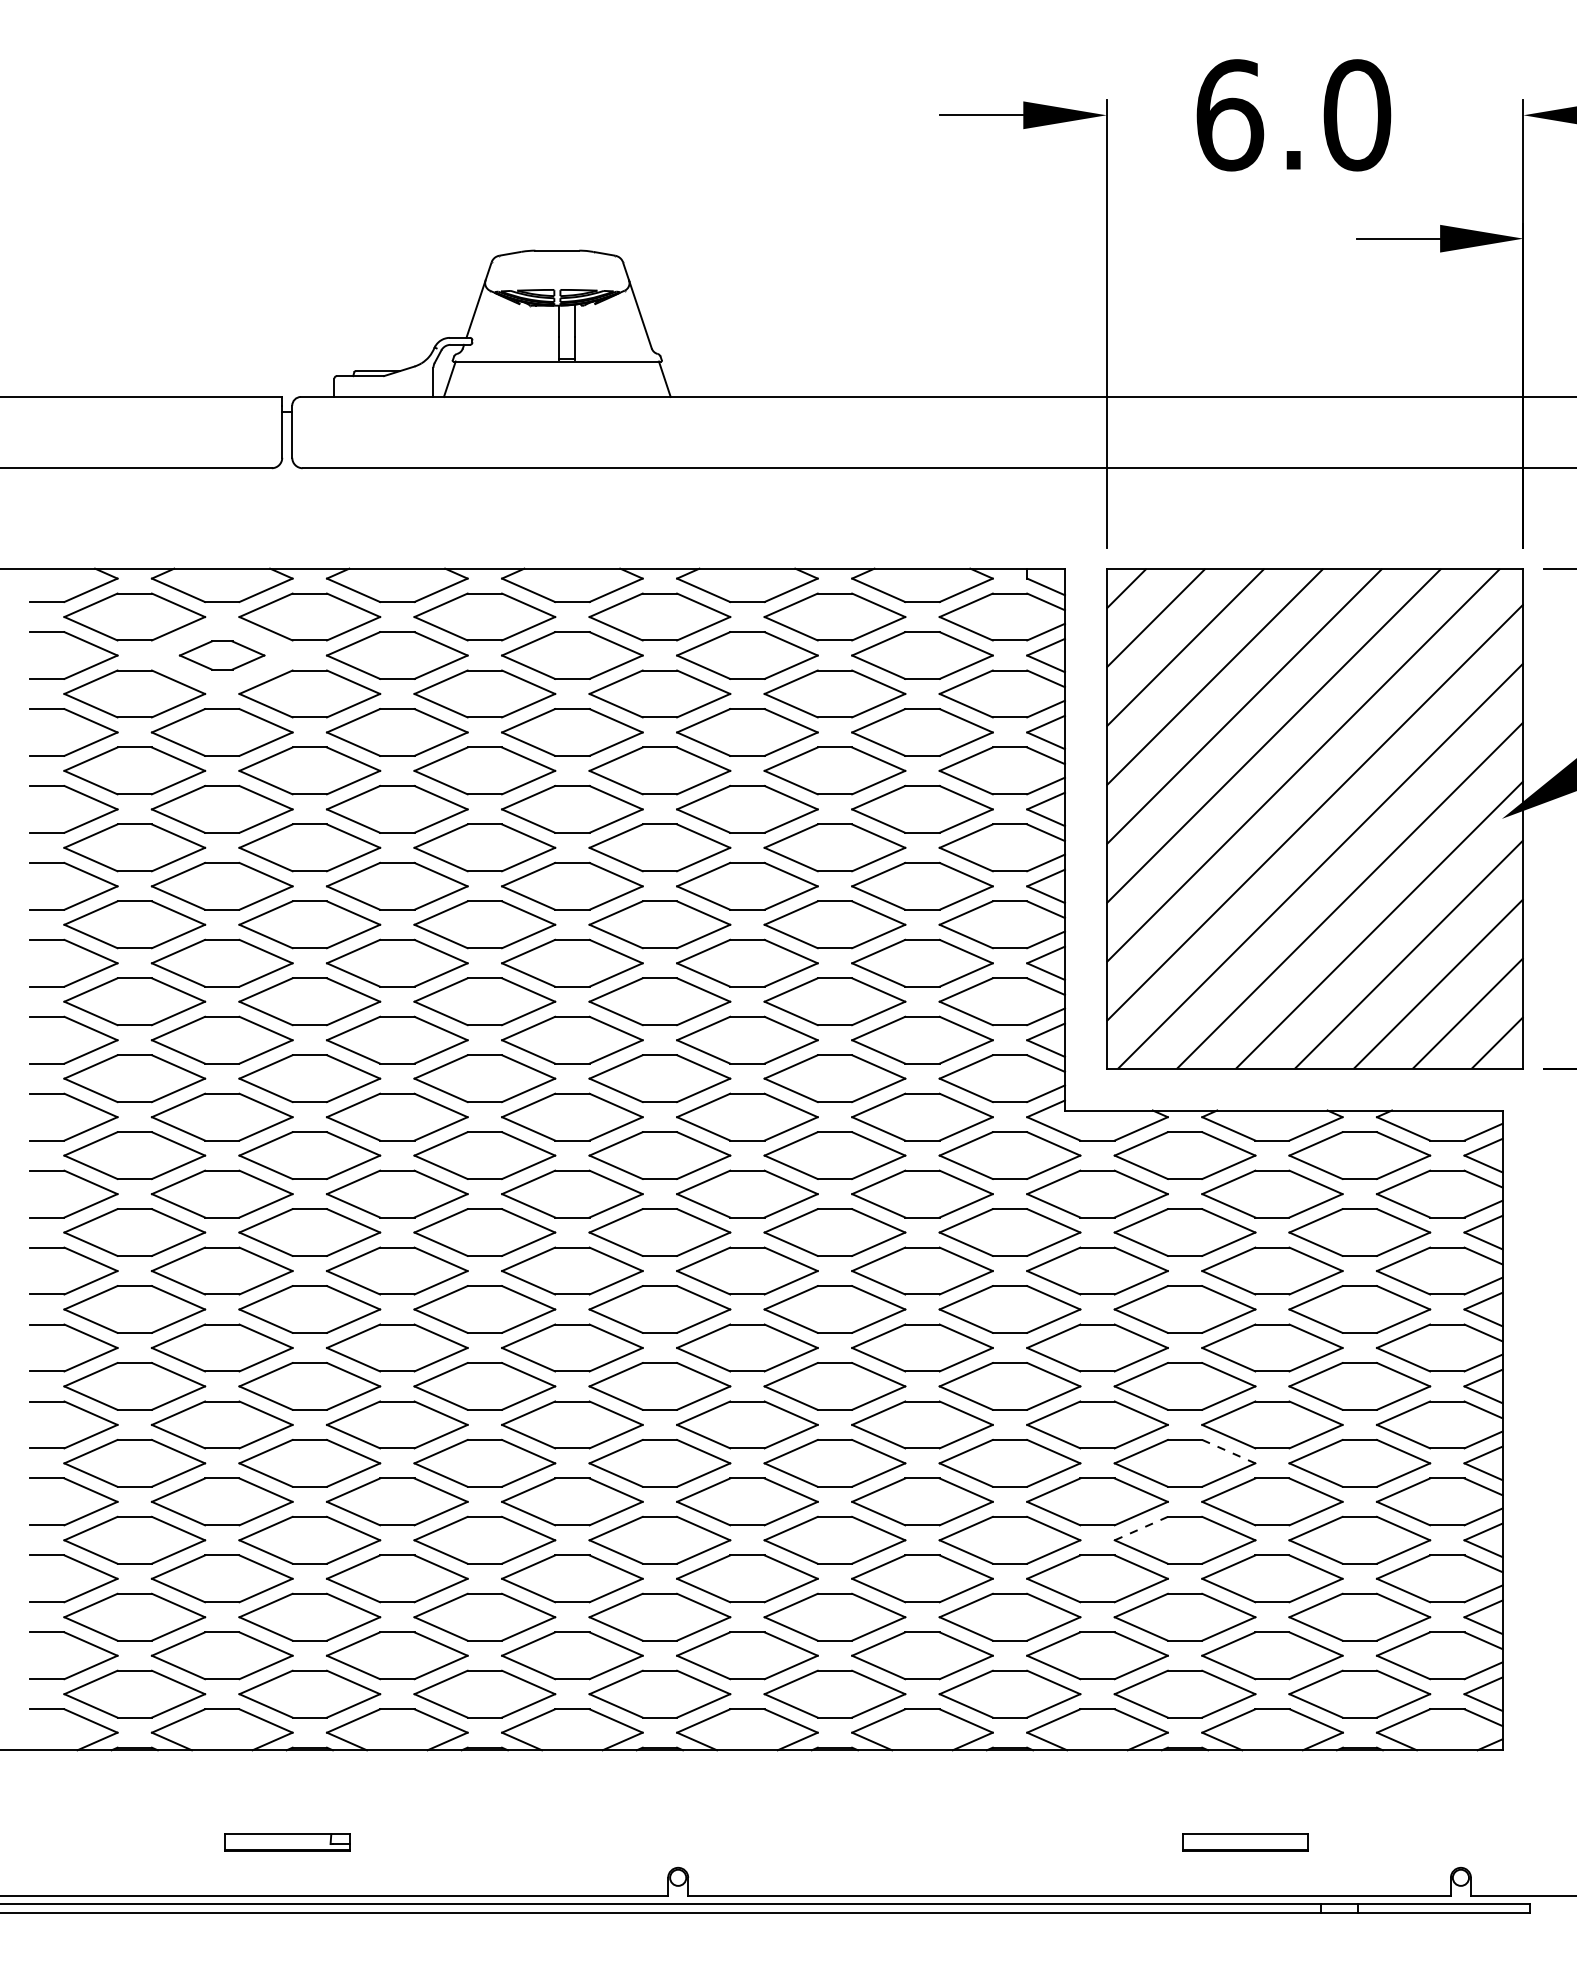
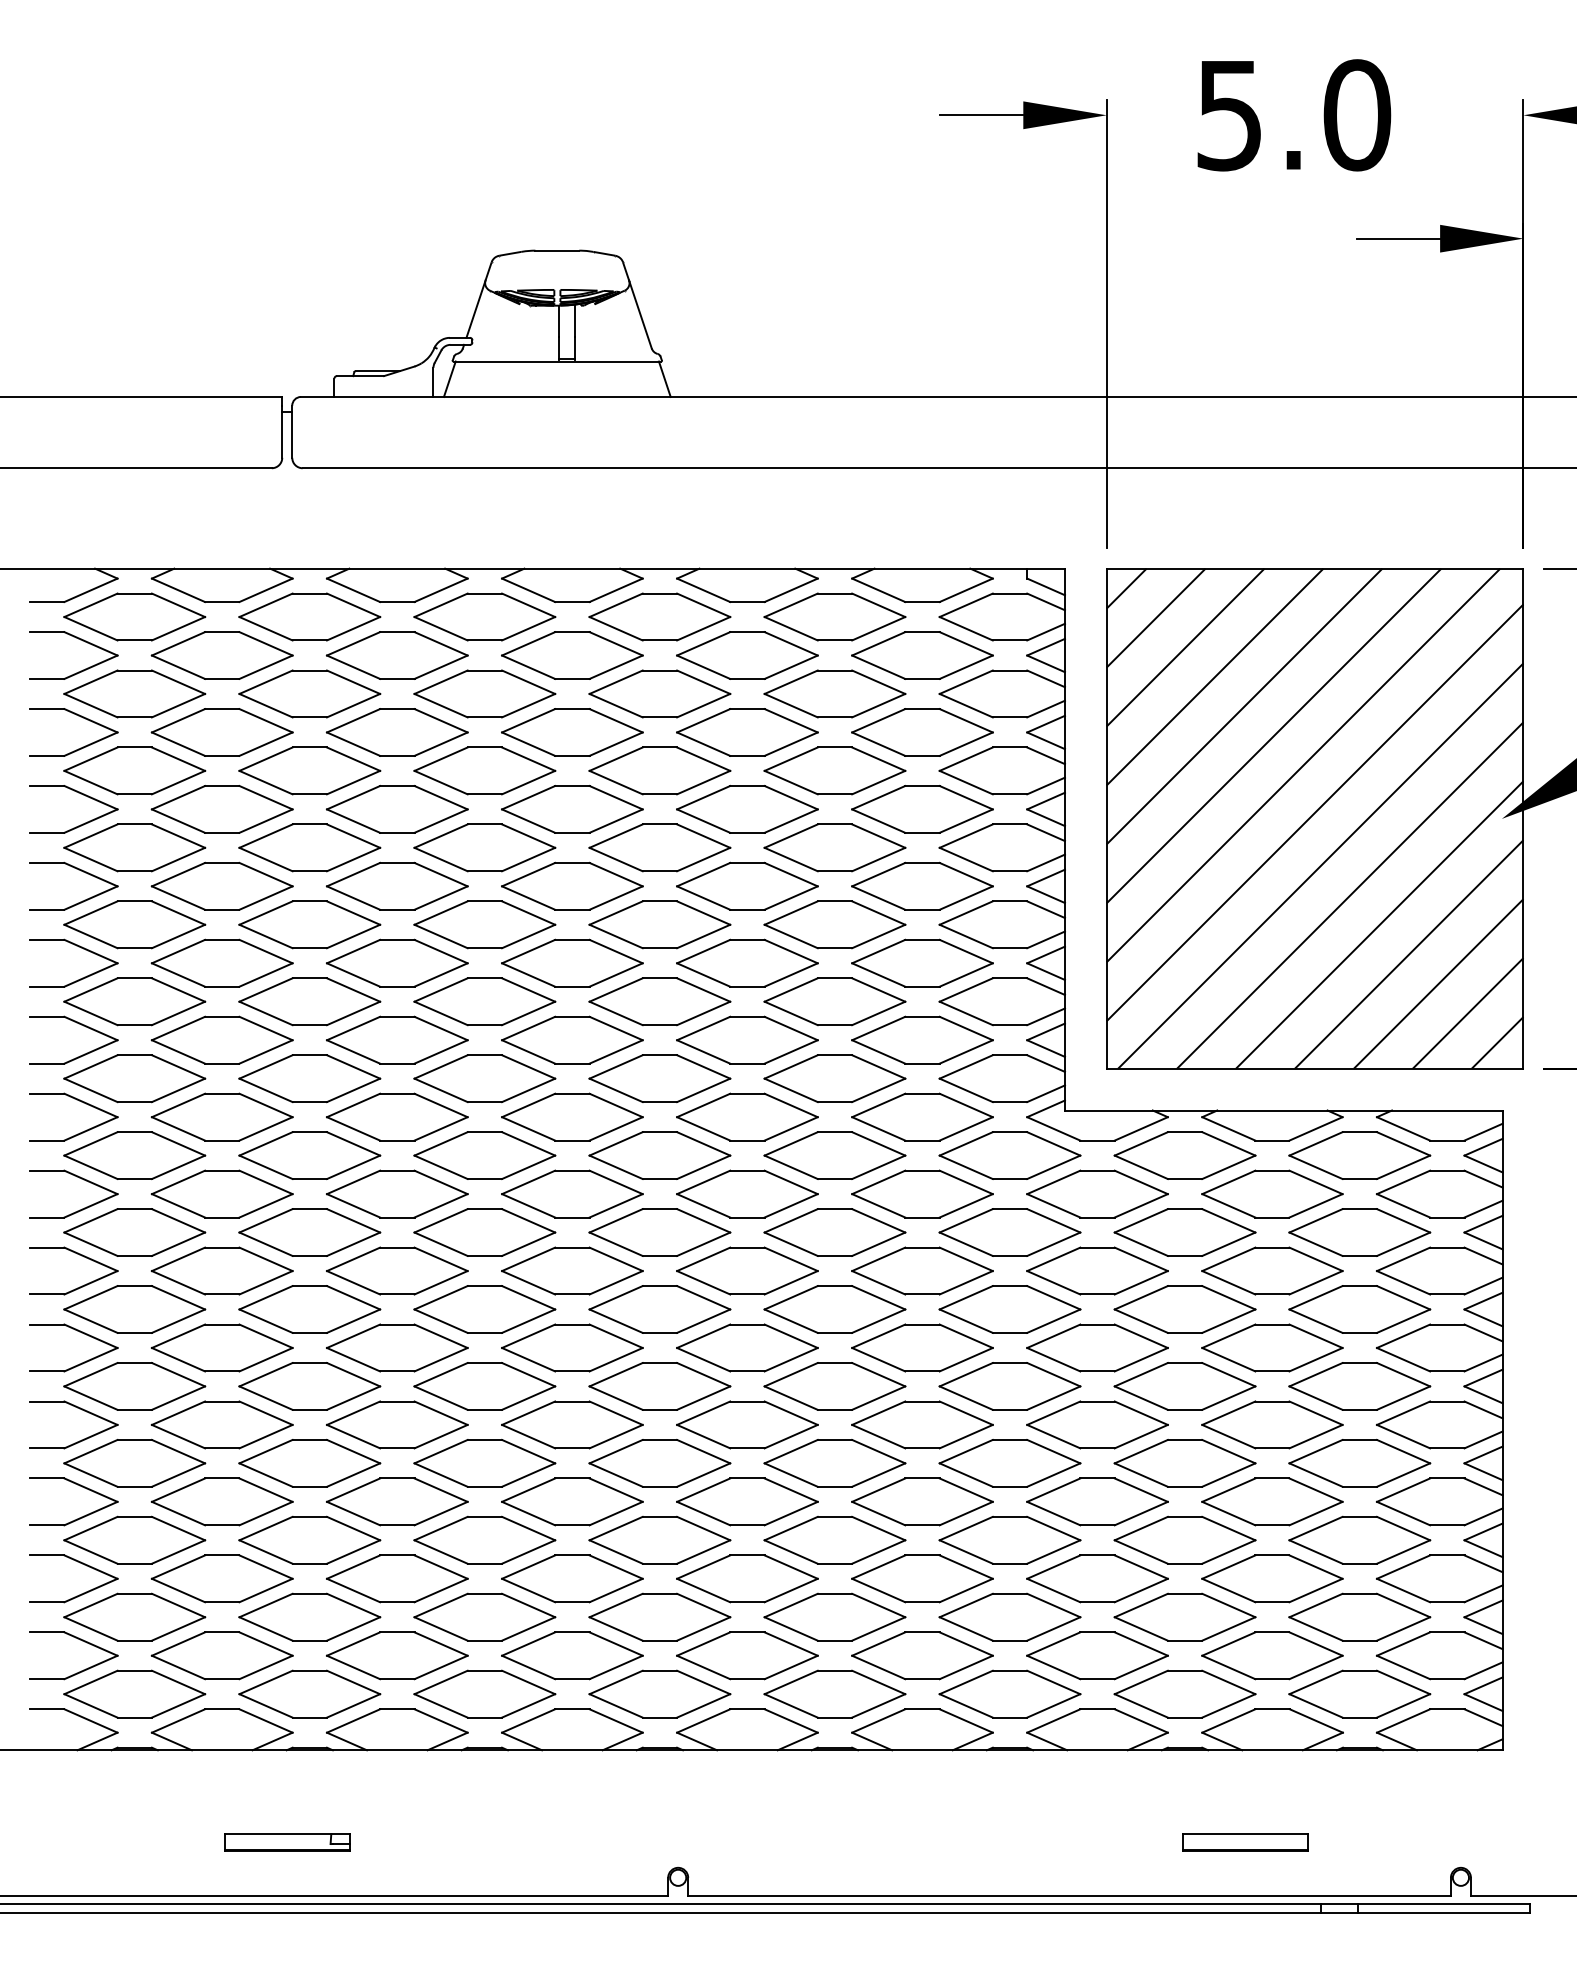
text at (1230, 115): 6.0 -> 5.0
part at (221, 655) size: 88x31 px -> 144x49 px
line at (1229, 1451): dashed -> solid
line at (1141, 1528): dashed -> solid
